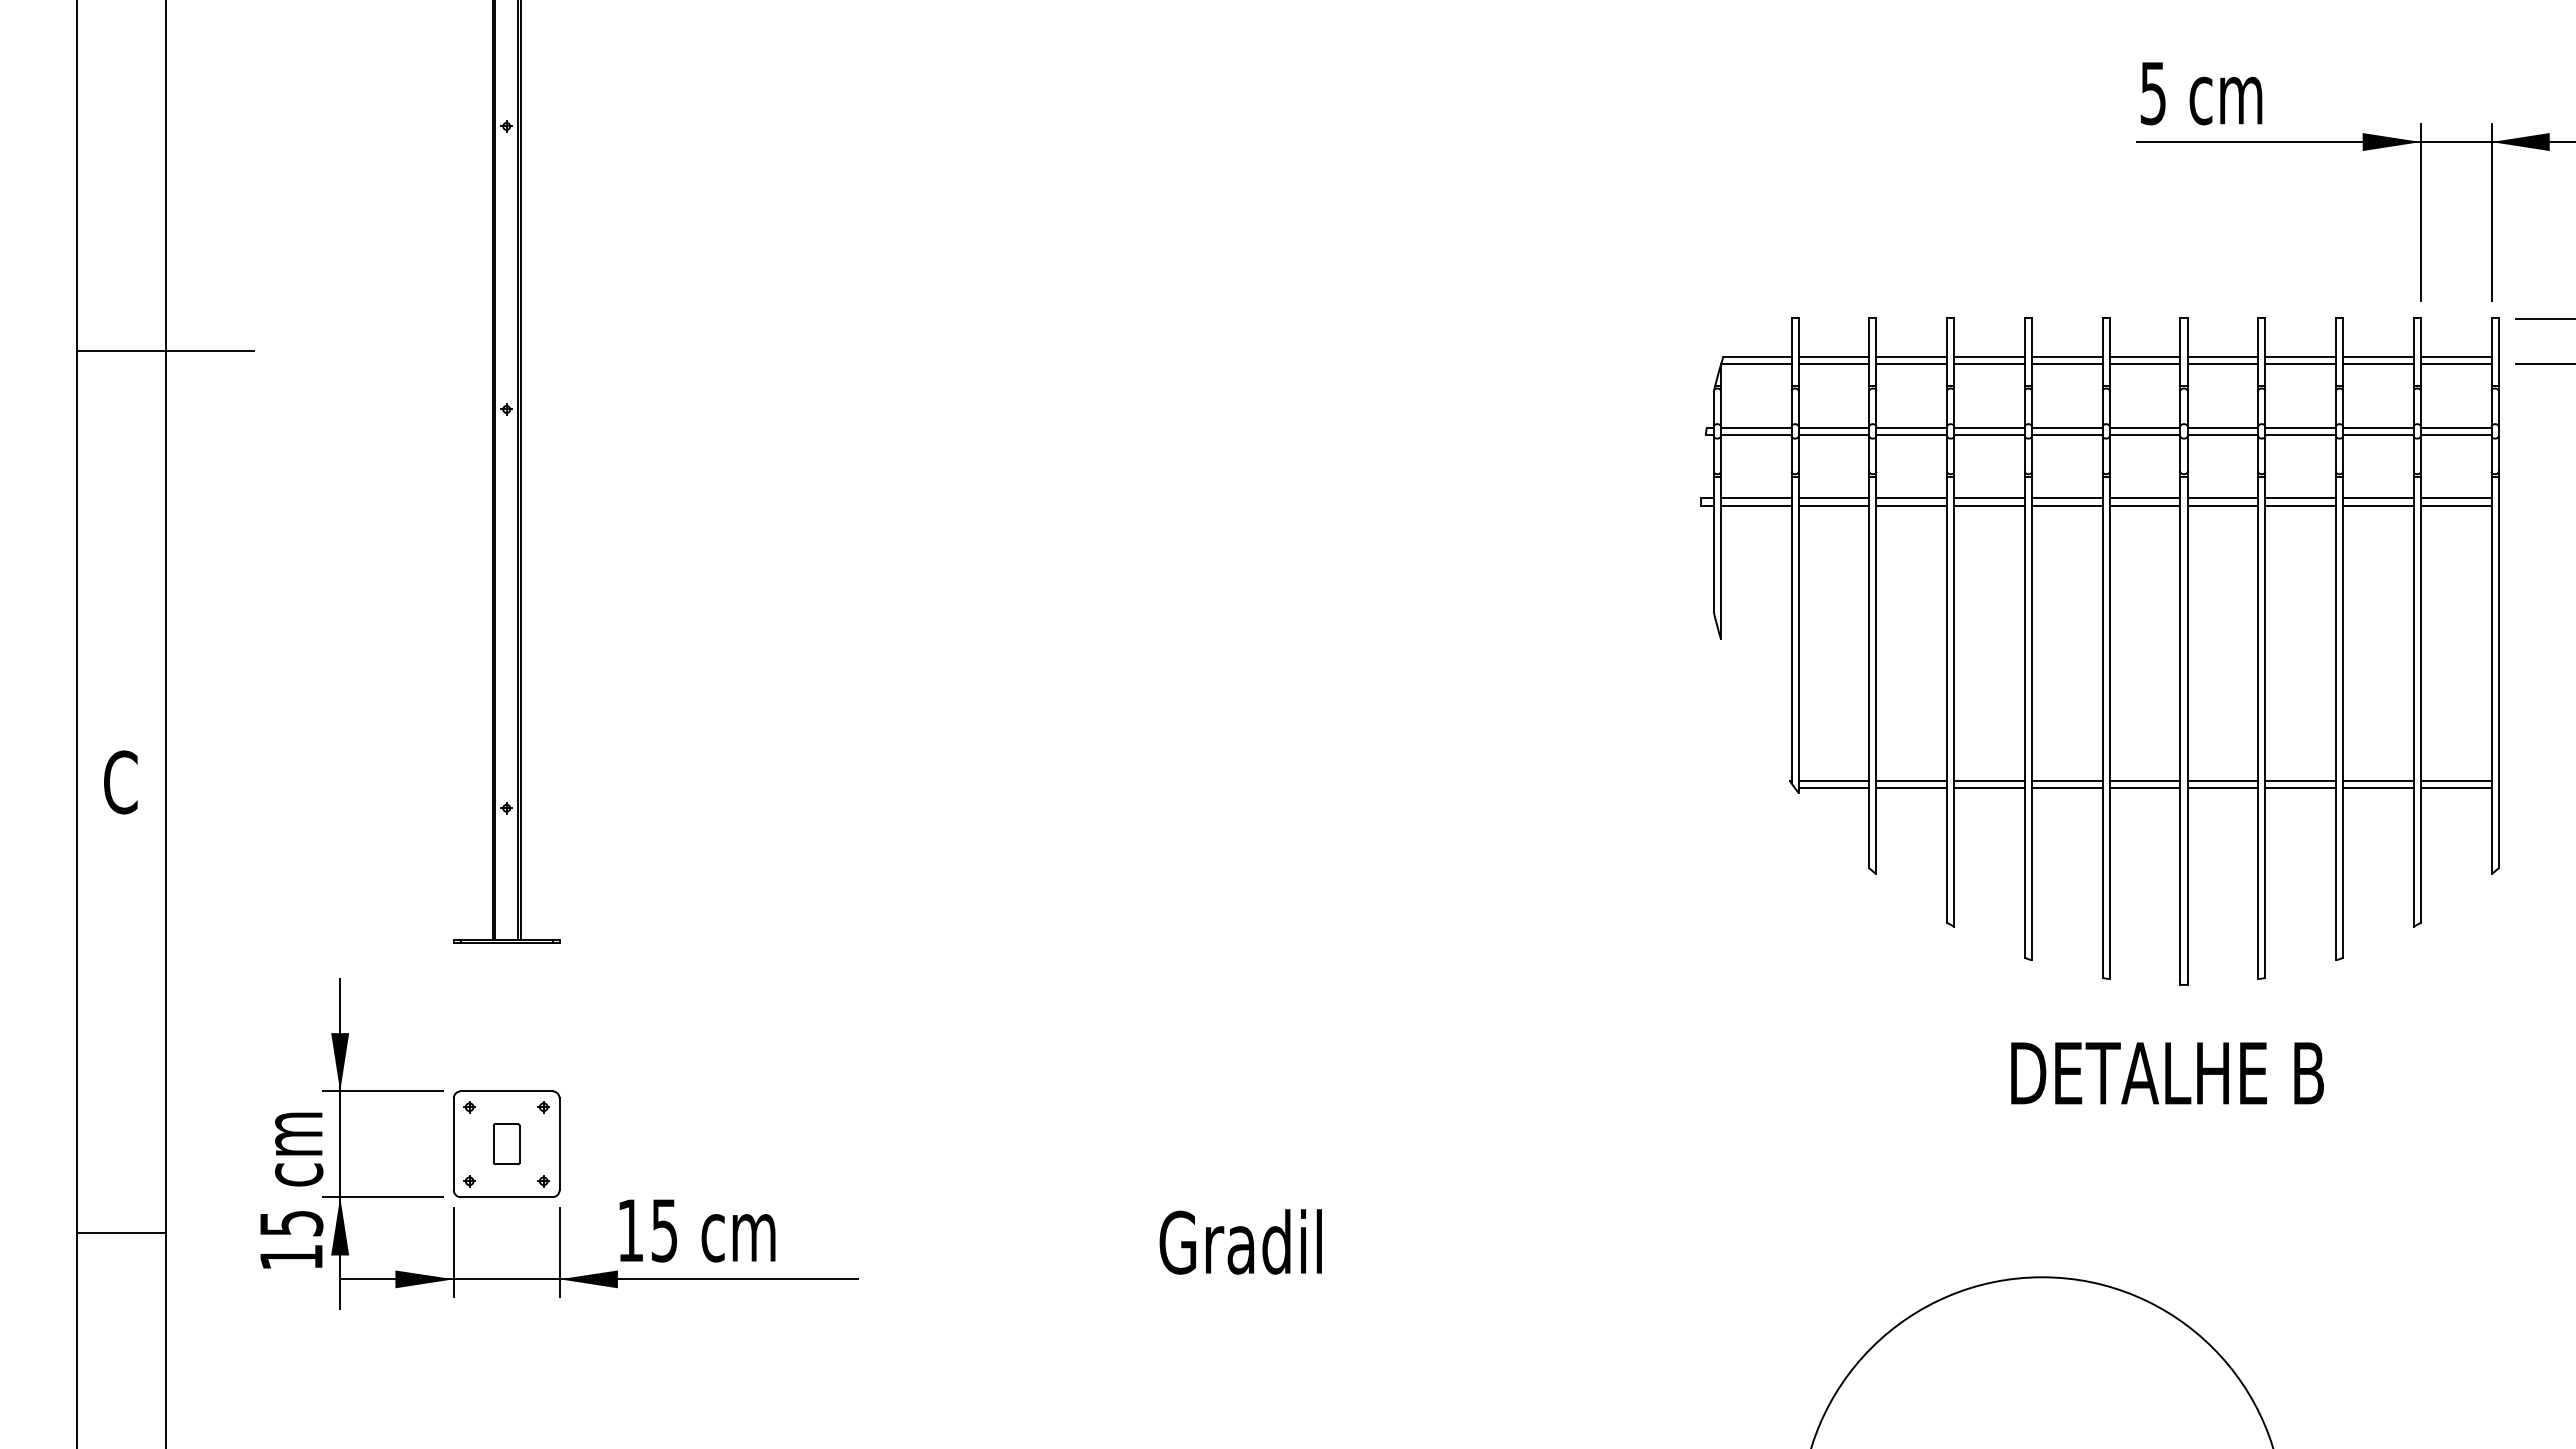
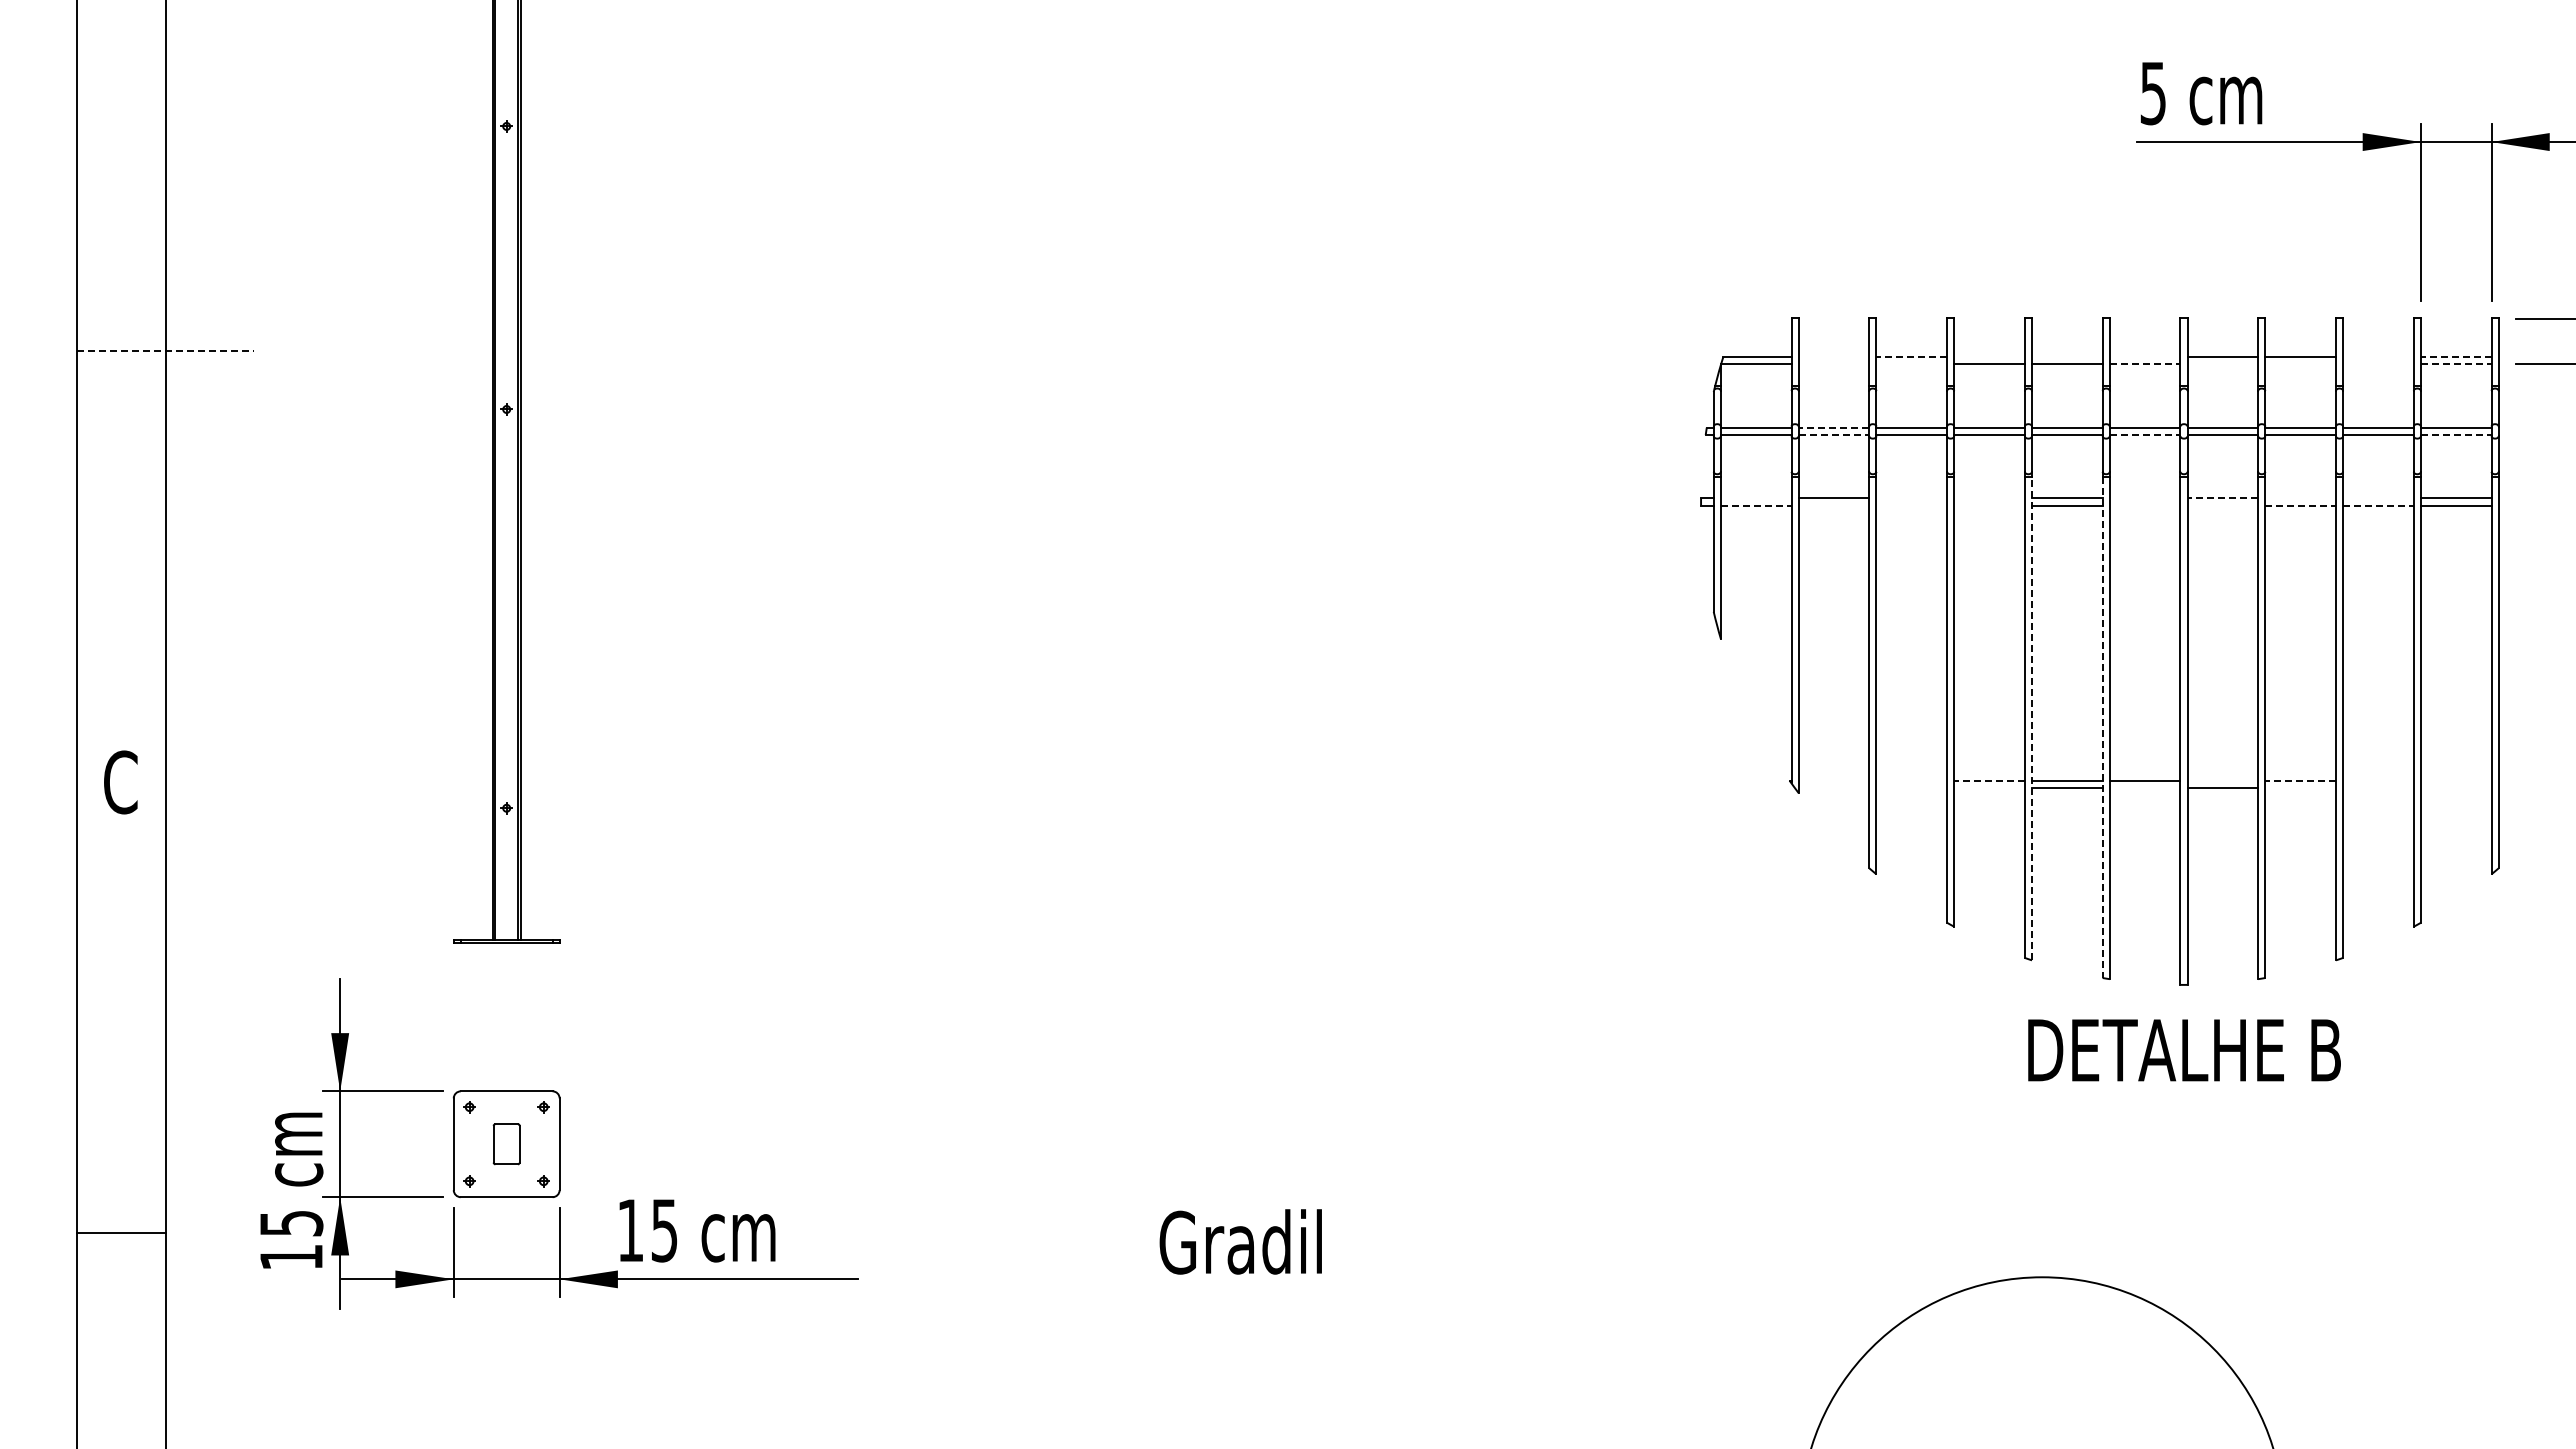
line at (166, 350): solid -> dashed
line at (1833, 357): present -> none
line at (1911, 357): solid -> dashed
line at (1989, 357): present -> none
line at (2067, 357): present -> none
line at (2144, 357): present -> none
line at (2378, 357): present -> none
line at (2455, 357): solid -> dashed
line at (1833, 364): present -> none
line at (1911, 364): present -> none
line at (2145, 364): solid -> dashed
line at (2222, 364): present -> none
line at (2300, 364): present -> none
line at (2378, 364): present -> none
line at (2456, 364): solid -> dashed
line at (1833, 427): solid -> dashed
line at (1834, 435): solid -> dashed
line at (2145, 435): solid -> dashed
line at (2456, 435): solid -> dashed
line at (1755, 498): present -> none
line at (1911, 498): present -> none
line at (1989, 498): present -> none
line at (2144, 498): present -> none
line at (2222, 498): solid -> dashed
line at (2300, 498): present -> none
line at (2378, 498): present -> none
line at (1756, 505): solid -> dashed
line at (1833, 505): present -> none
line at (1911, 505): present -> none
line at (1989, 505): present -> none
line at (2144, 505): present -> none
line at (2222, 505): present -> none
line at (2301, 505): solid -> dashed
line at (2378, 505): solid -> dashed
line at (2032, 718): solid -> dashed
line at (2102, 727): solid -> dashed
line at (1833, 780): present -> none
line at (1911, 780): present -> none
line at (1989, 780): solid -> dashed
line at (2222, 780): present -> none
line at (2300, 780): solid -> dashed
line at (2378, 780): present -> none
line at (2455, 780): present -> none
line at (1833, 787): present -> none
line at (1911, 787): present -> none
line at (1989, 787): present -> none
line at (2144, 787): present -> none
line at (2300, 787): present -> none
line at (2378, 787): present -> none
line at (2455, 787): present -> none
text at (2167, 1073) position: (2167, 1073) -> (2184, 1050)
